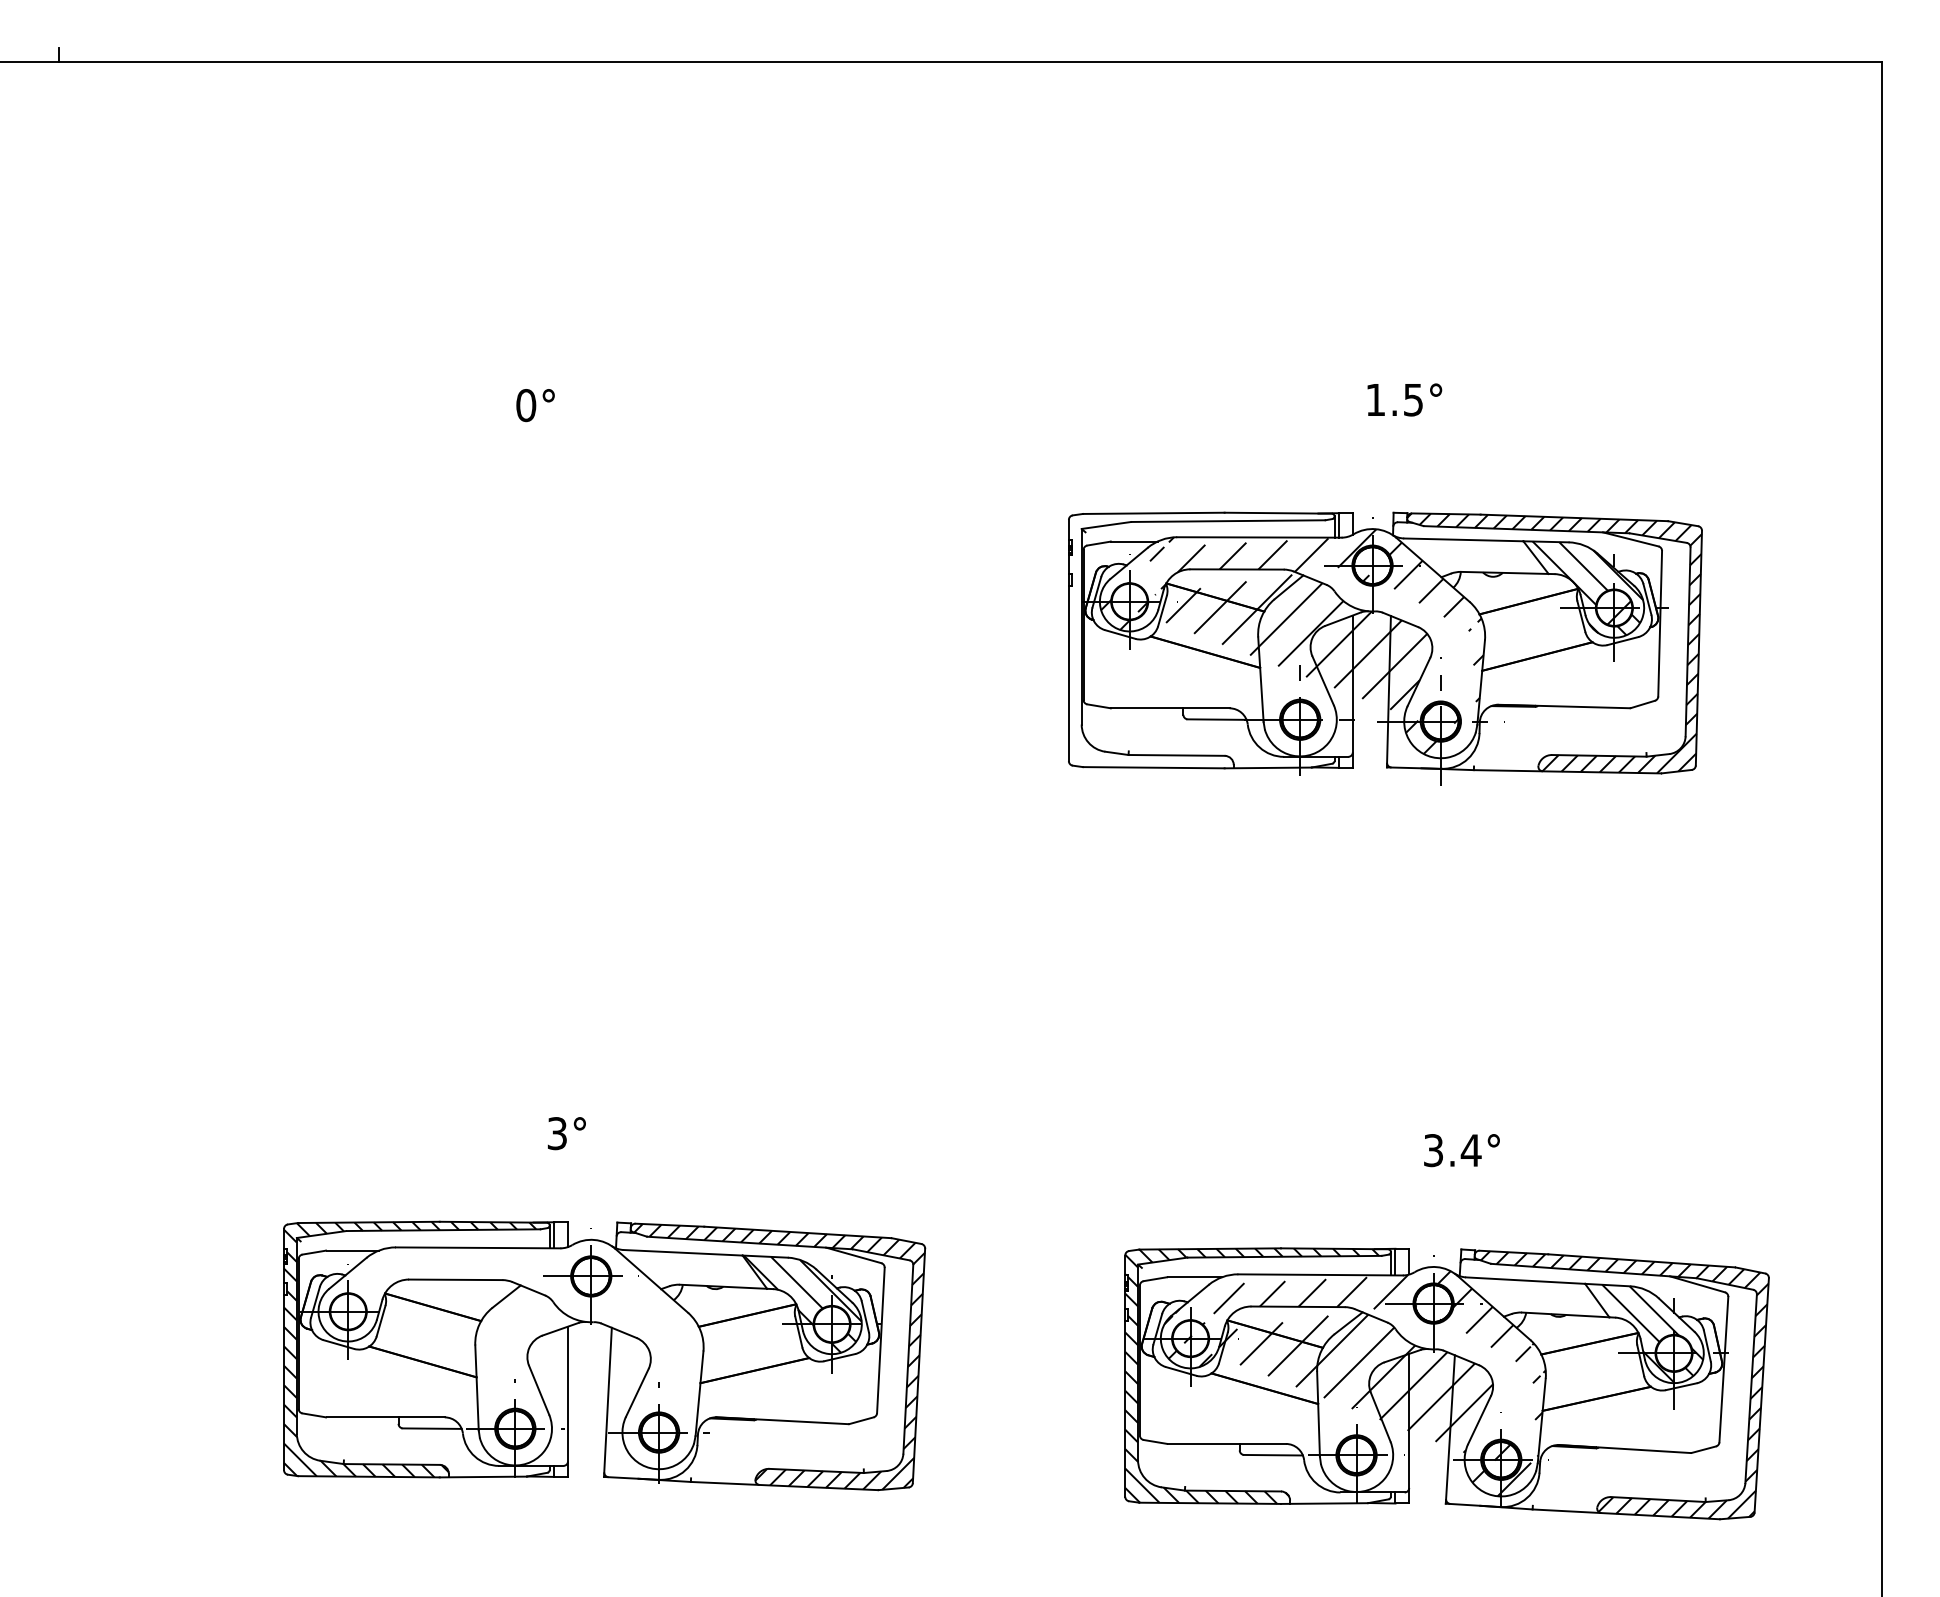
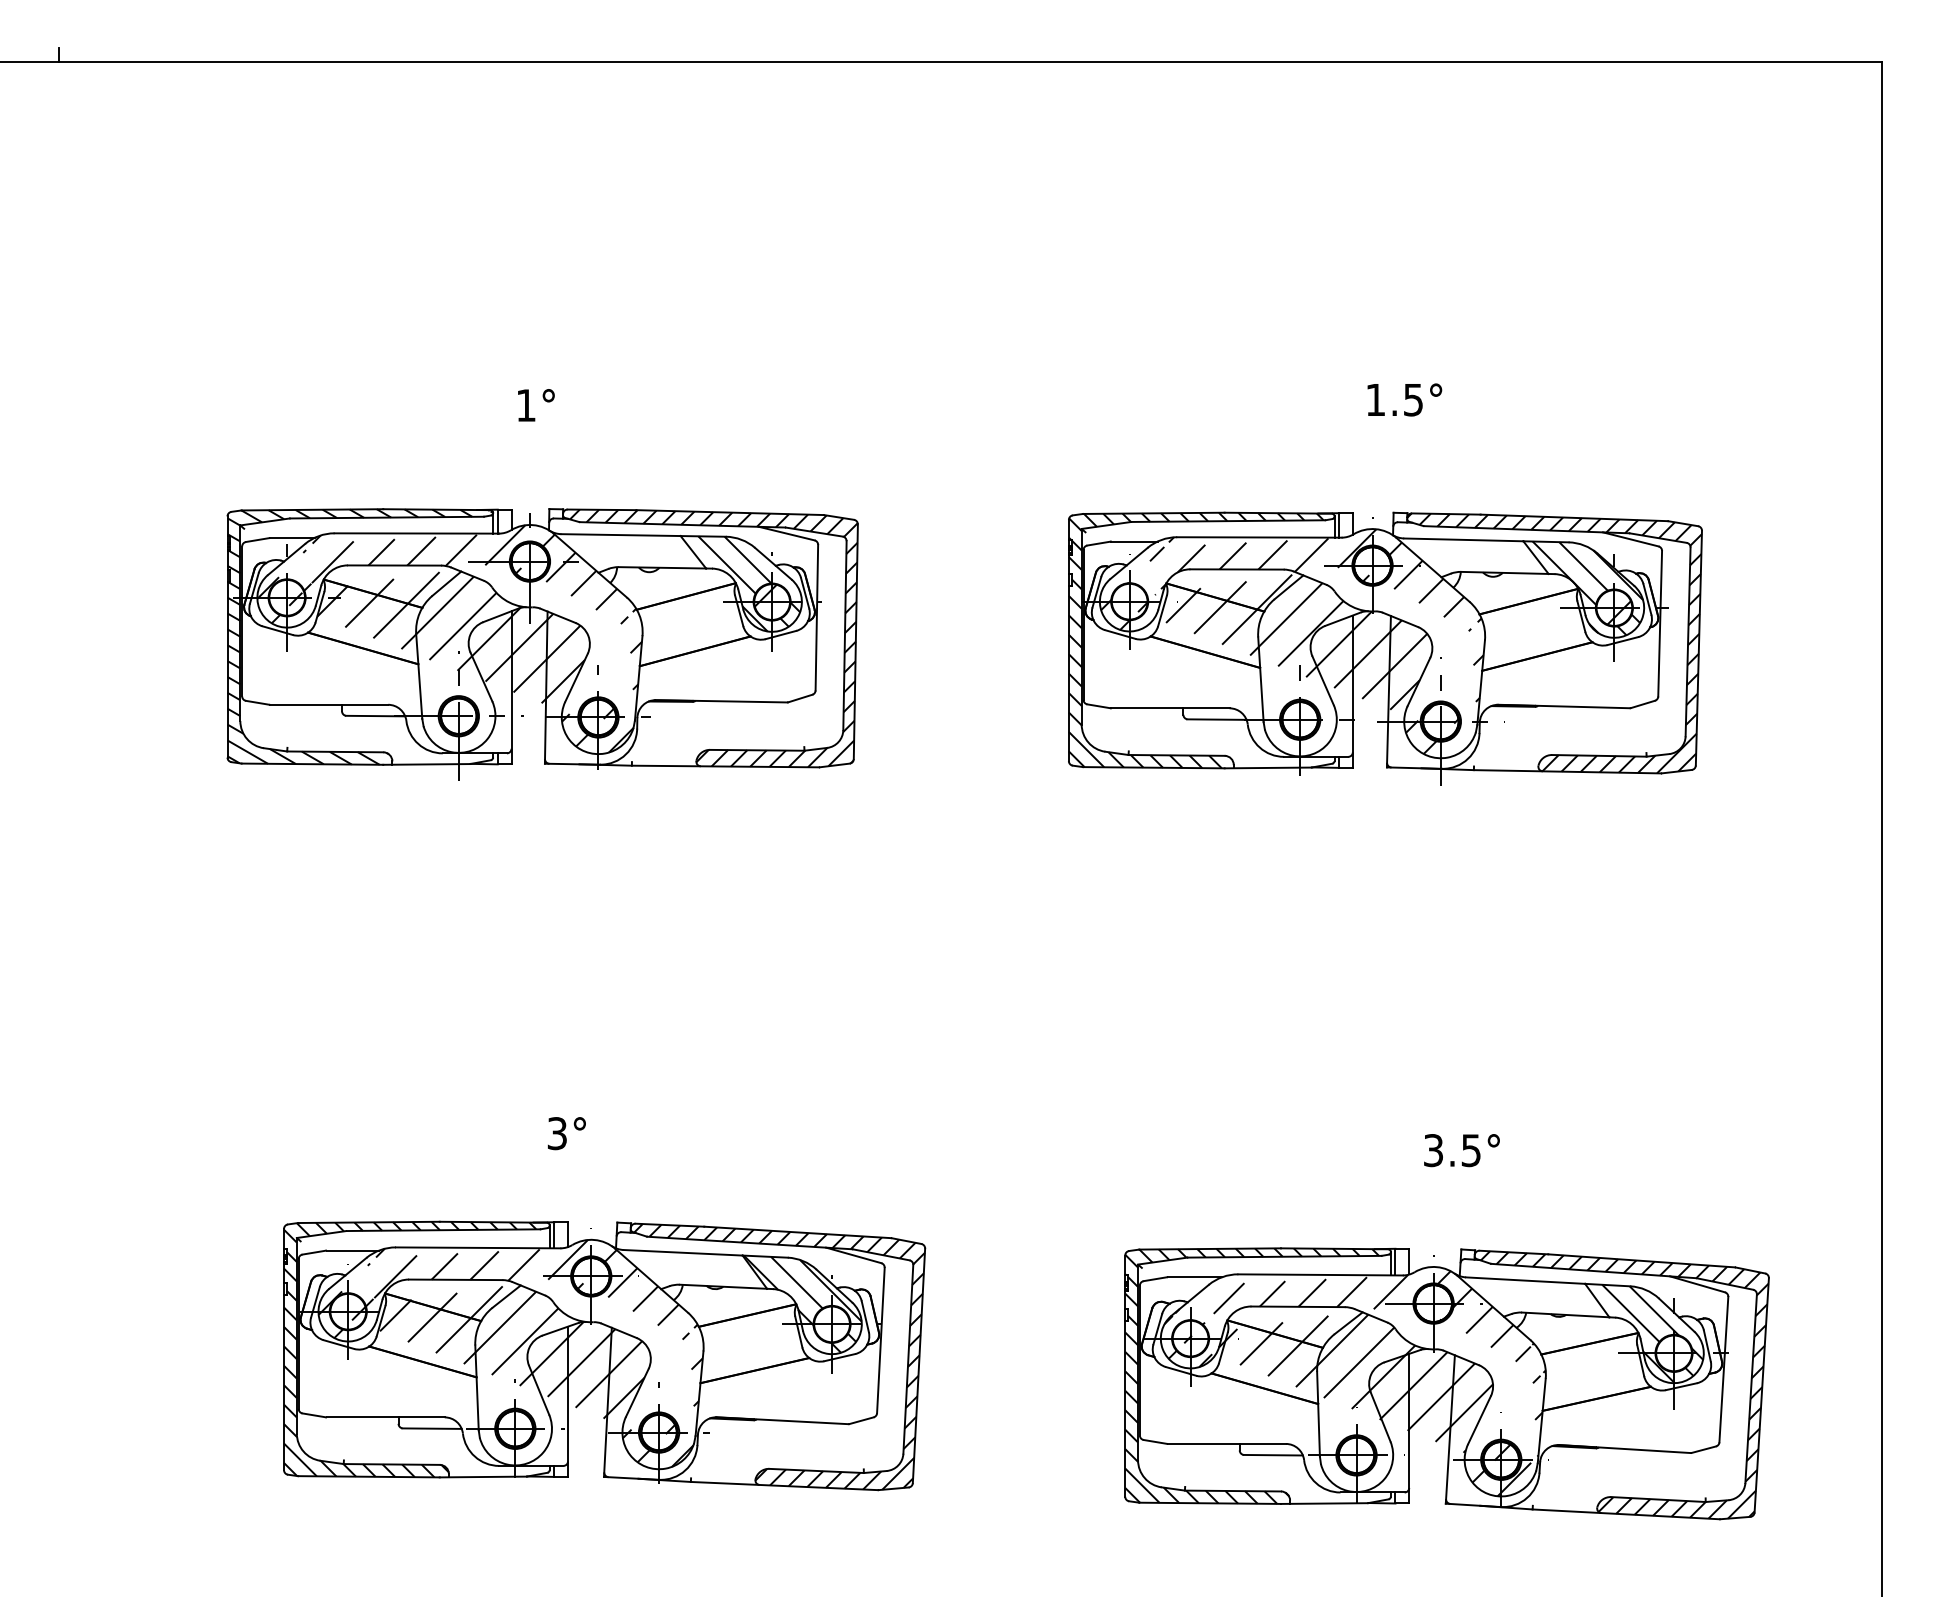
text at (526, 405): 0° -> 1°
hatch at (1195, 640): none -> present
part at (542, 644): none -> present
text at (1470, 1150): 3.4° -> 3.5°
hatch at (510, 1352): none -> present
